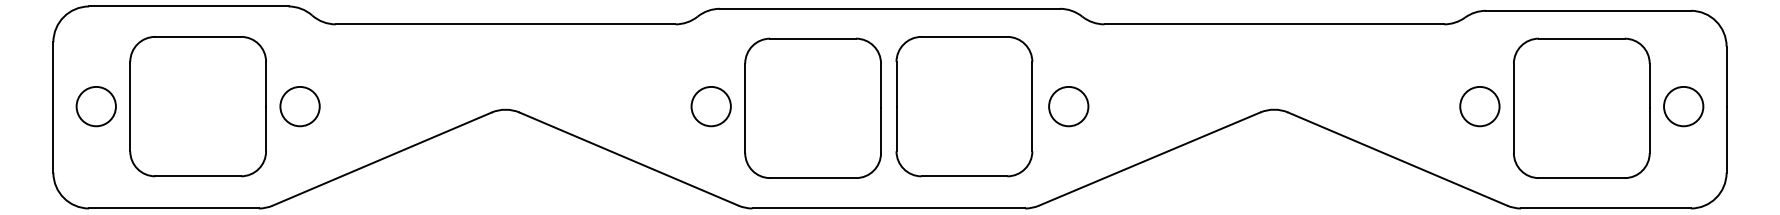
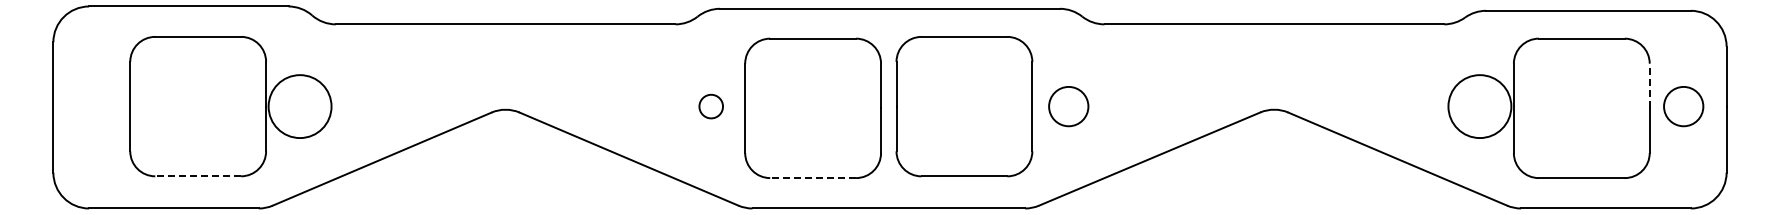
line at (1649, 85): solid -> dashed
circle at (95, 106): present -> none
circle at (299, 106) diameter: 39 px -> 63 px
circle at (710, 106) diameter: 39 px -> 24 px
circle at (1479, 106) diameter: 39 px -> 63 px
line at (198, 176): solid -> dashed
line at (813, 178): solid -> dashed
